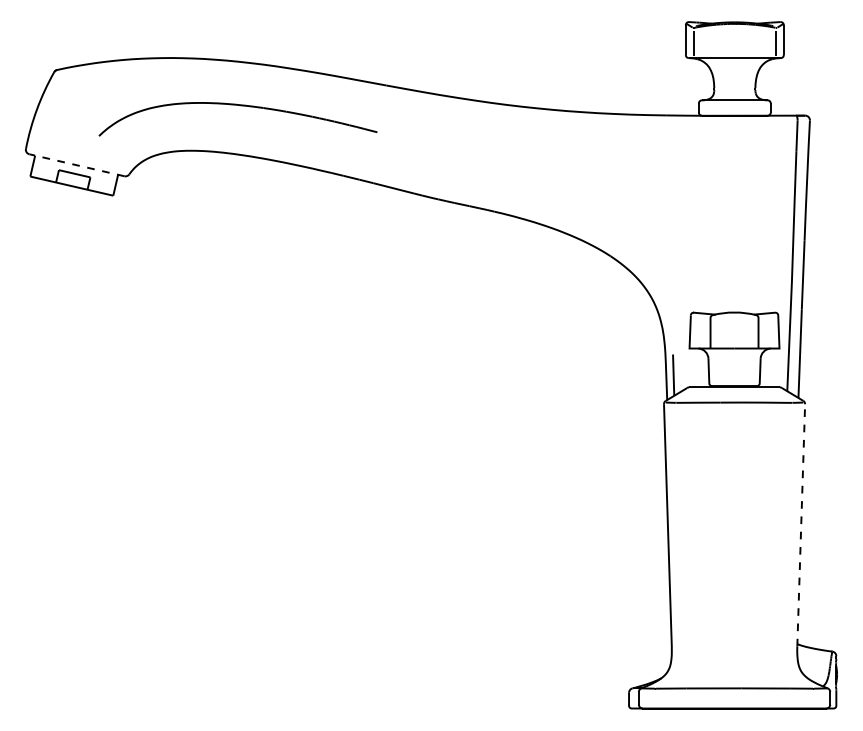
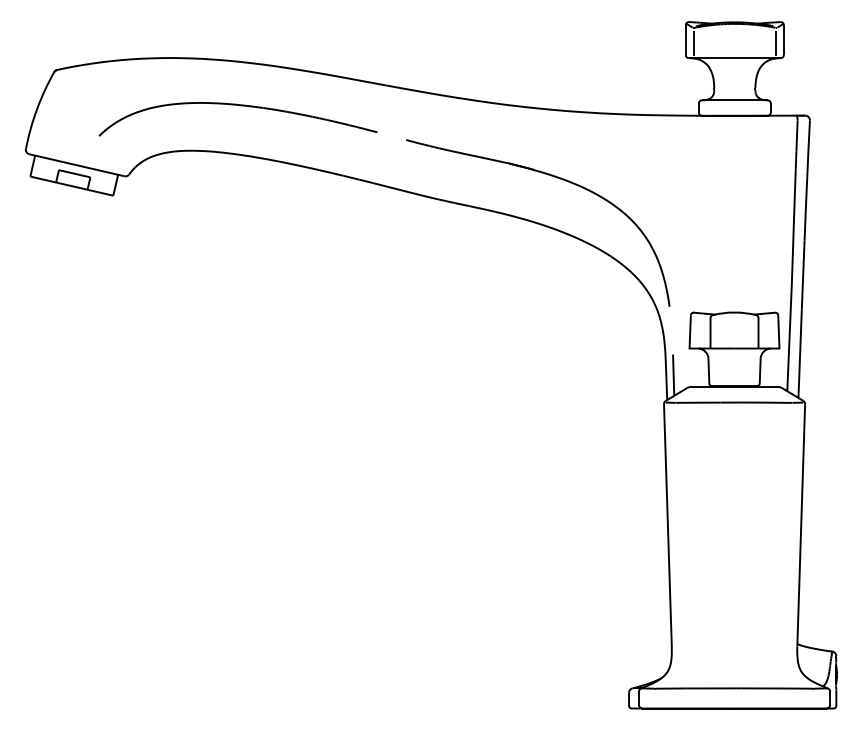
line at (77, 165): dashed -> solid
part at (554, 177): none -> present
line at (801, 524): dashed -> solid
